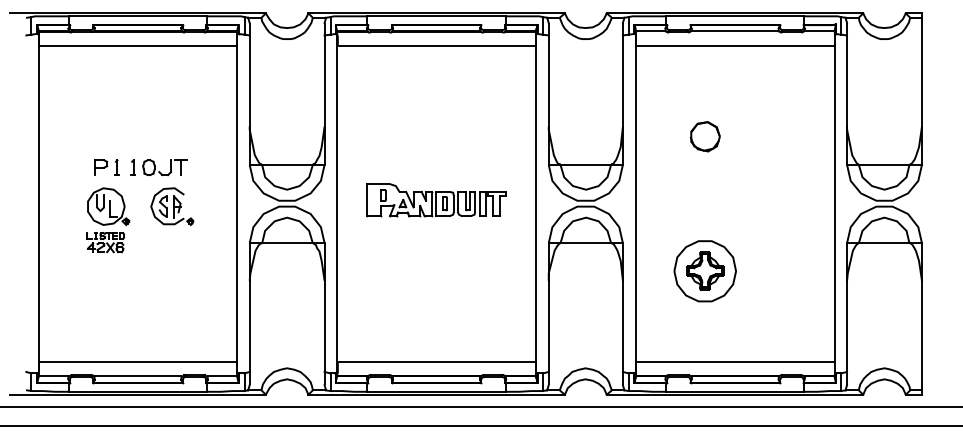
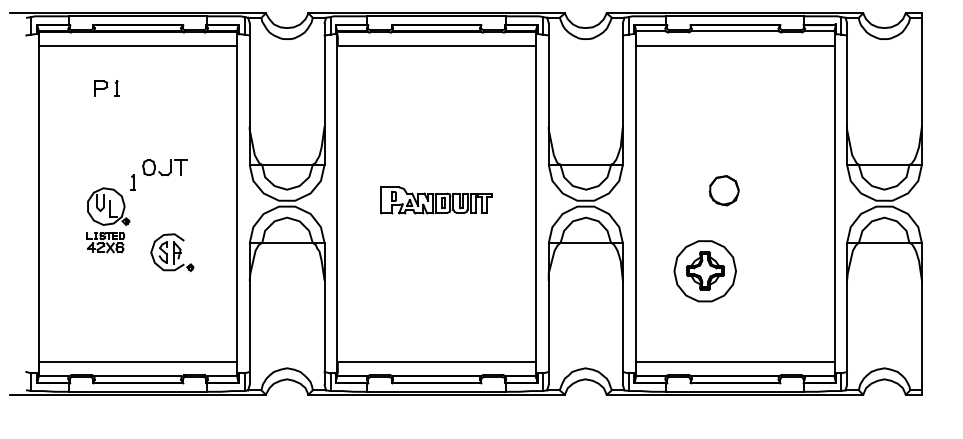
part at (704, 136) position: (704, 136) -> (723, 190)
part at (106, 167) position: (106, 167) -> (106, 88)
part at (132, 167) position: (132, 167) -> (132, 182)
part at (436, 200) size: 141x35 px -> 113x29 px
part at (172, 206) position: (172, 206) -> (172, 252)
line at (480, 407): present -> none
line at (480, 425): present -> none
